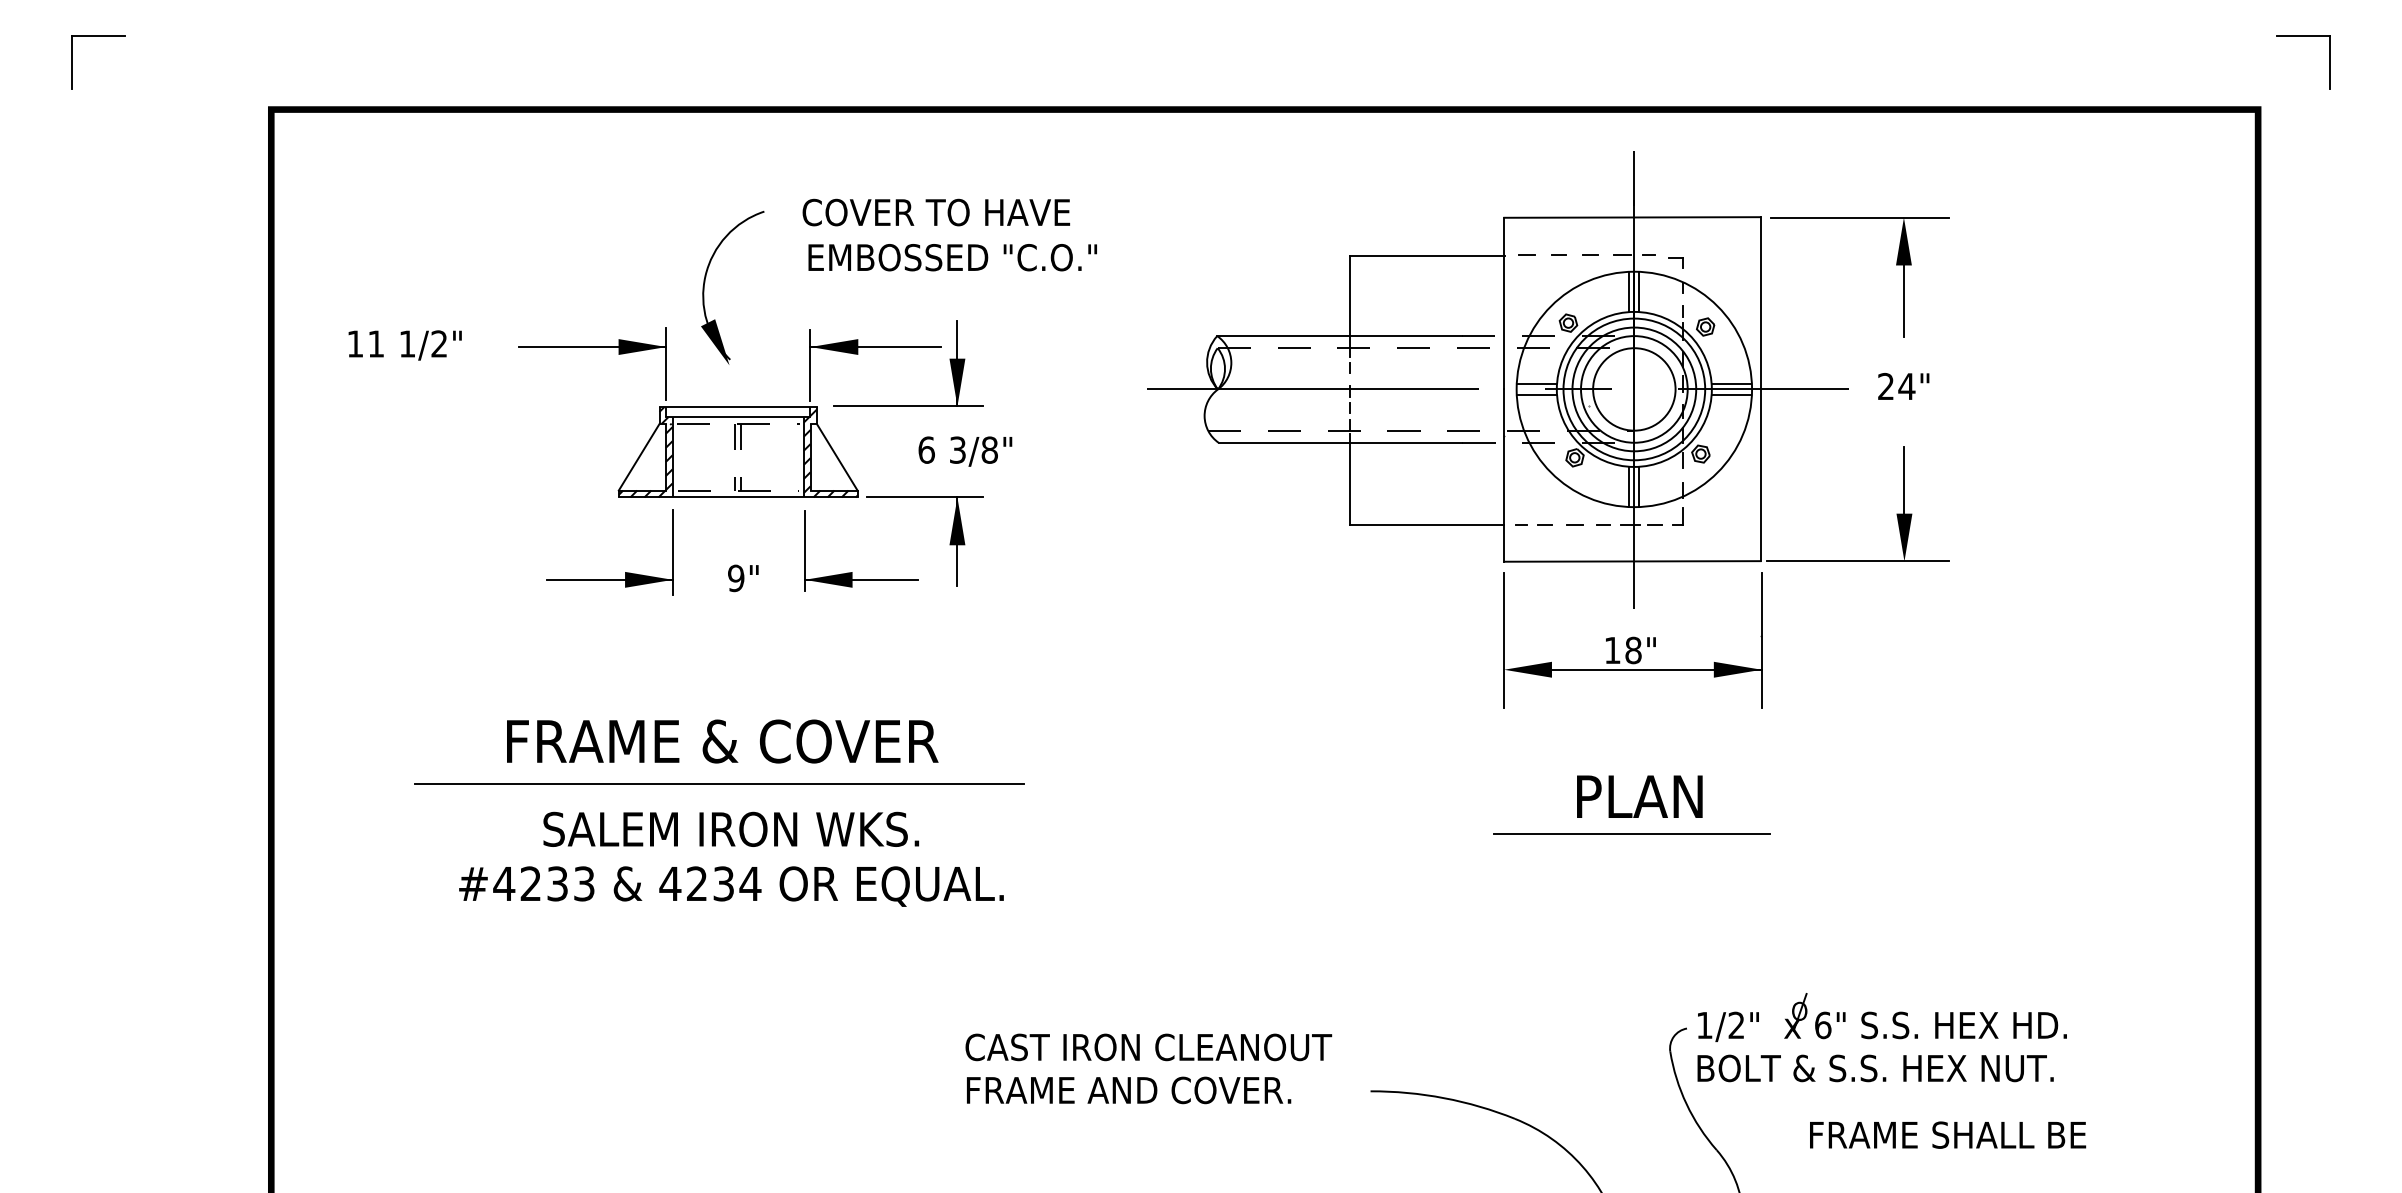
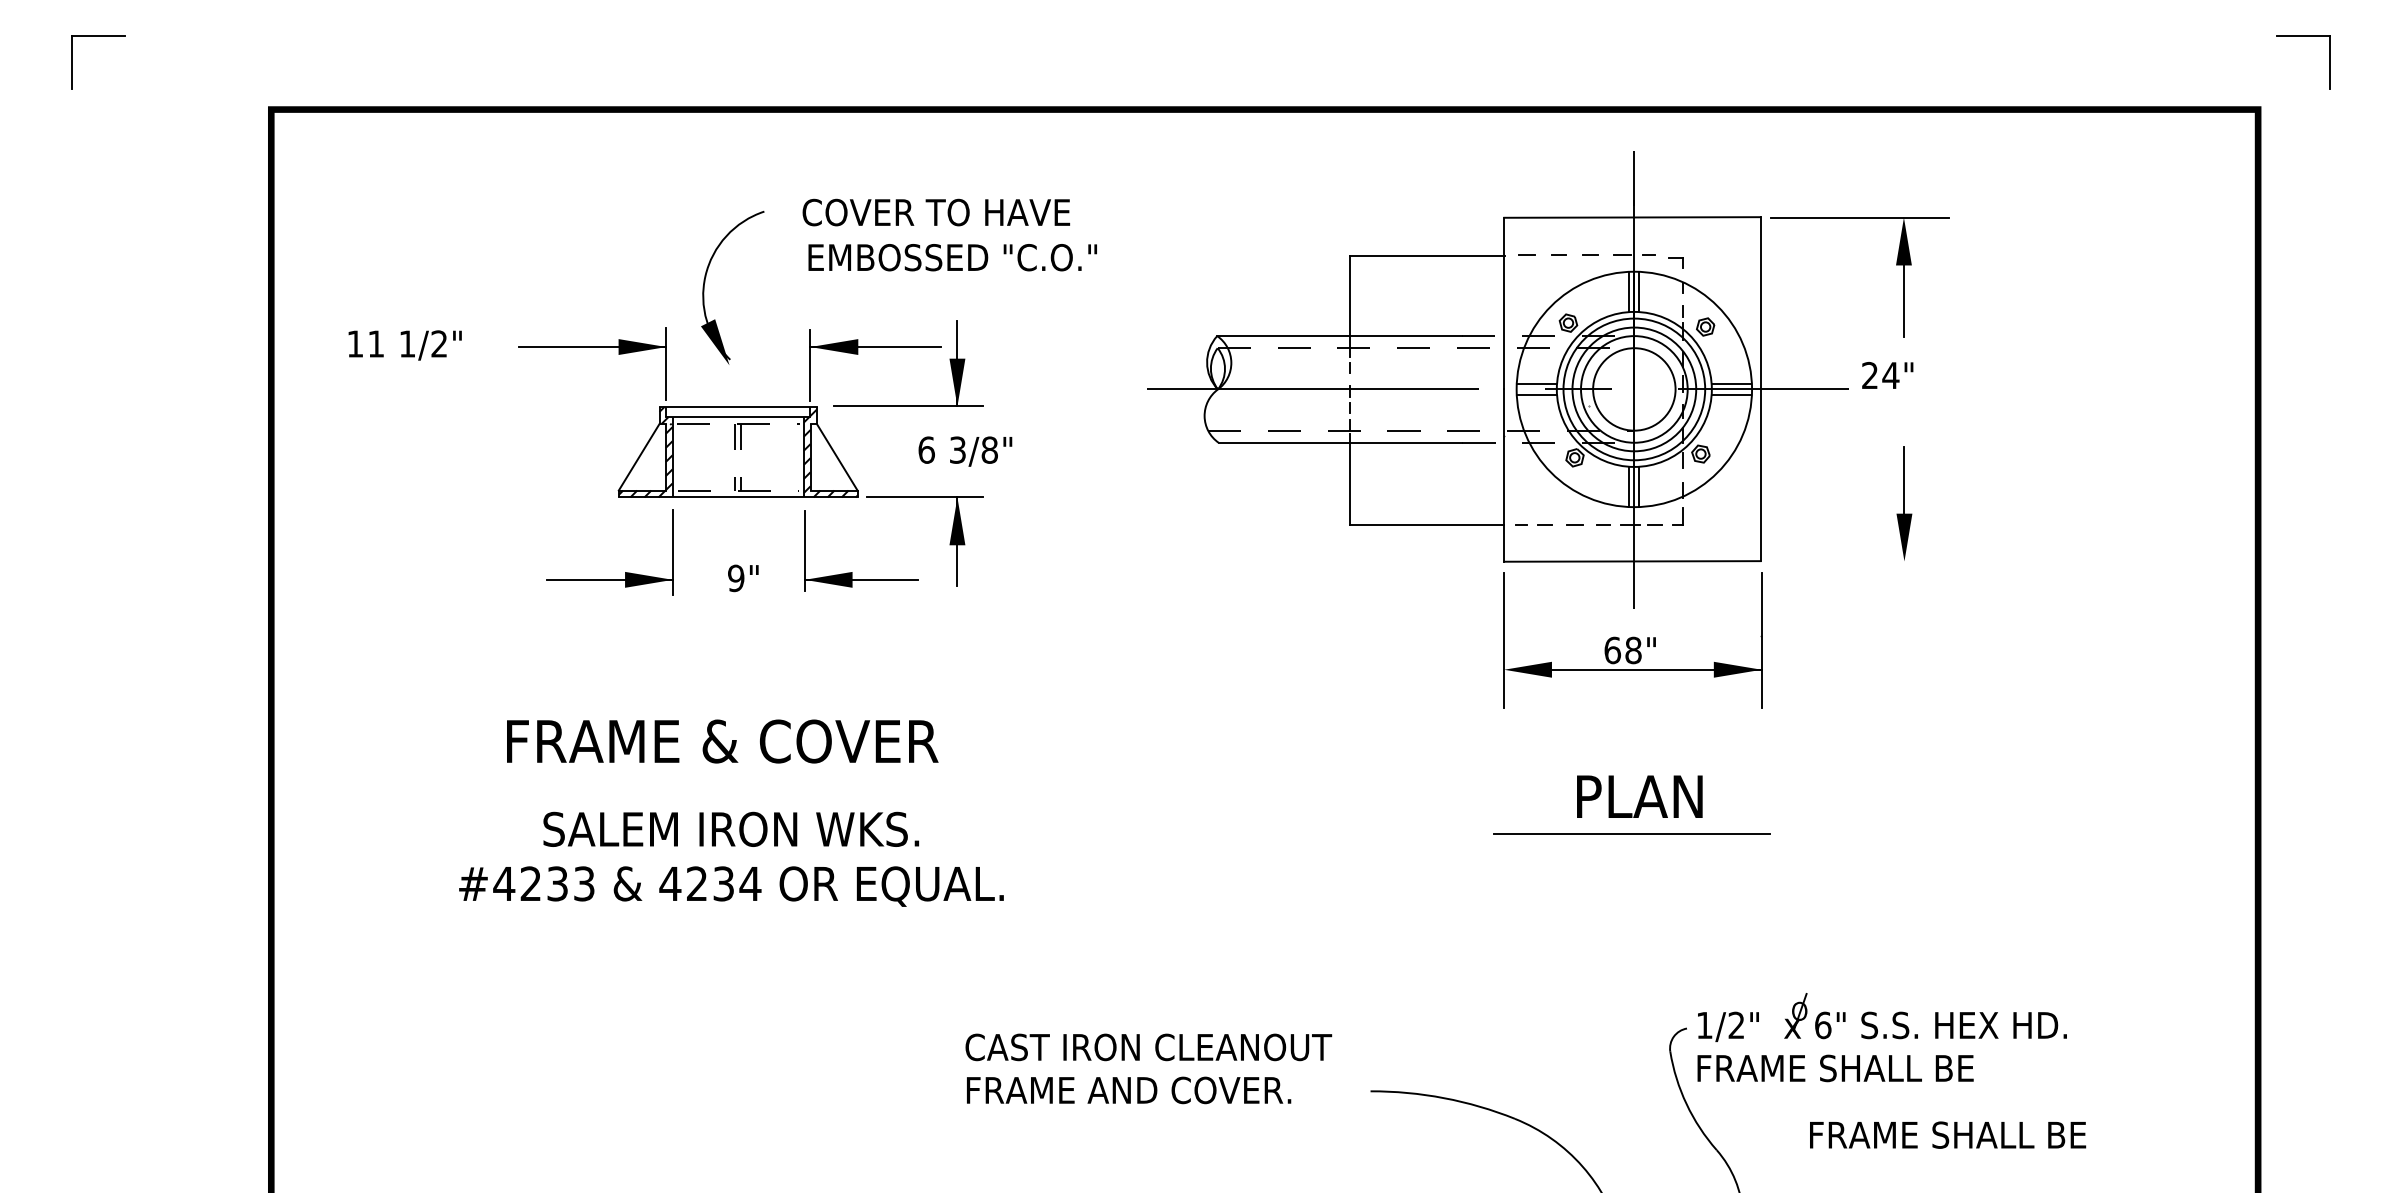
text at (1903, 386) position: (1903, 386) -> (1887, 375)
line at (1857, 561): present -> none
text at (1612, 650): 18" -> 68"
line at (718, 783): present -> none
text at (1876, 1068): BOLT & S.S. HEX NUT. -> FRAME SHALL BE
